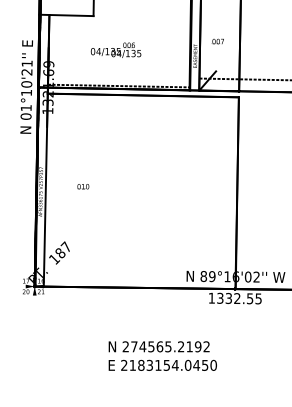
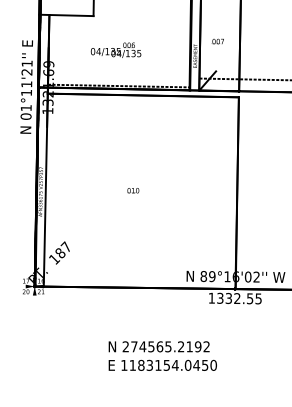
text at (26, 84): 01°10'21'' -> 01°11'21''
text at (83, 186) position: (83, 186) -> (133, 190)
text at (124, 364): 2183154.0450 -> 1183154.0450
